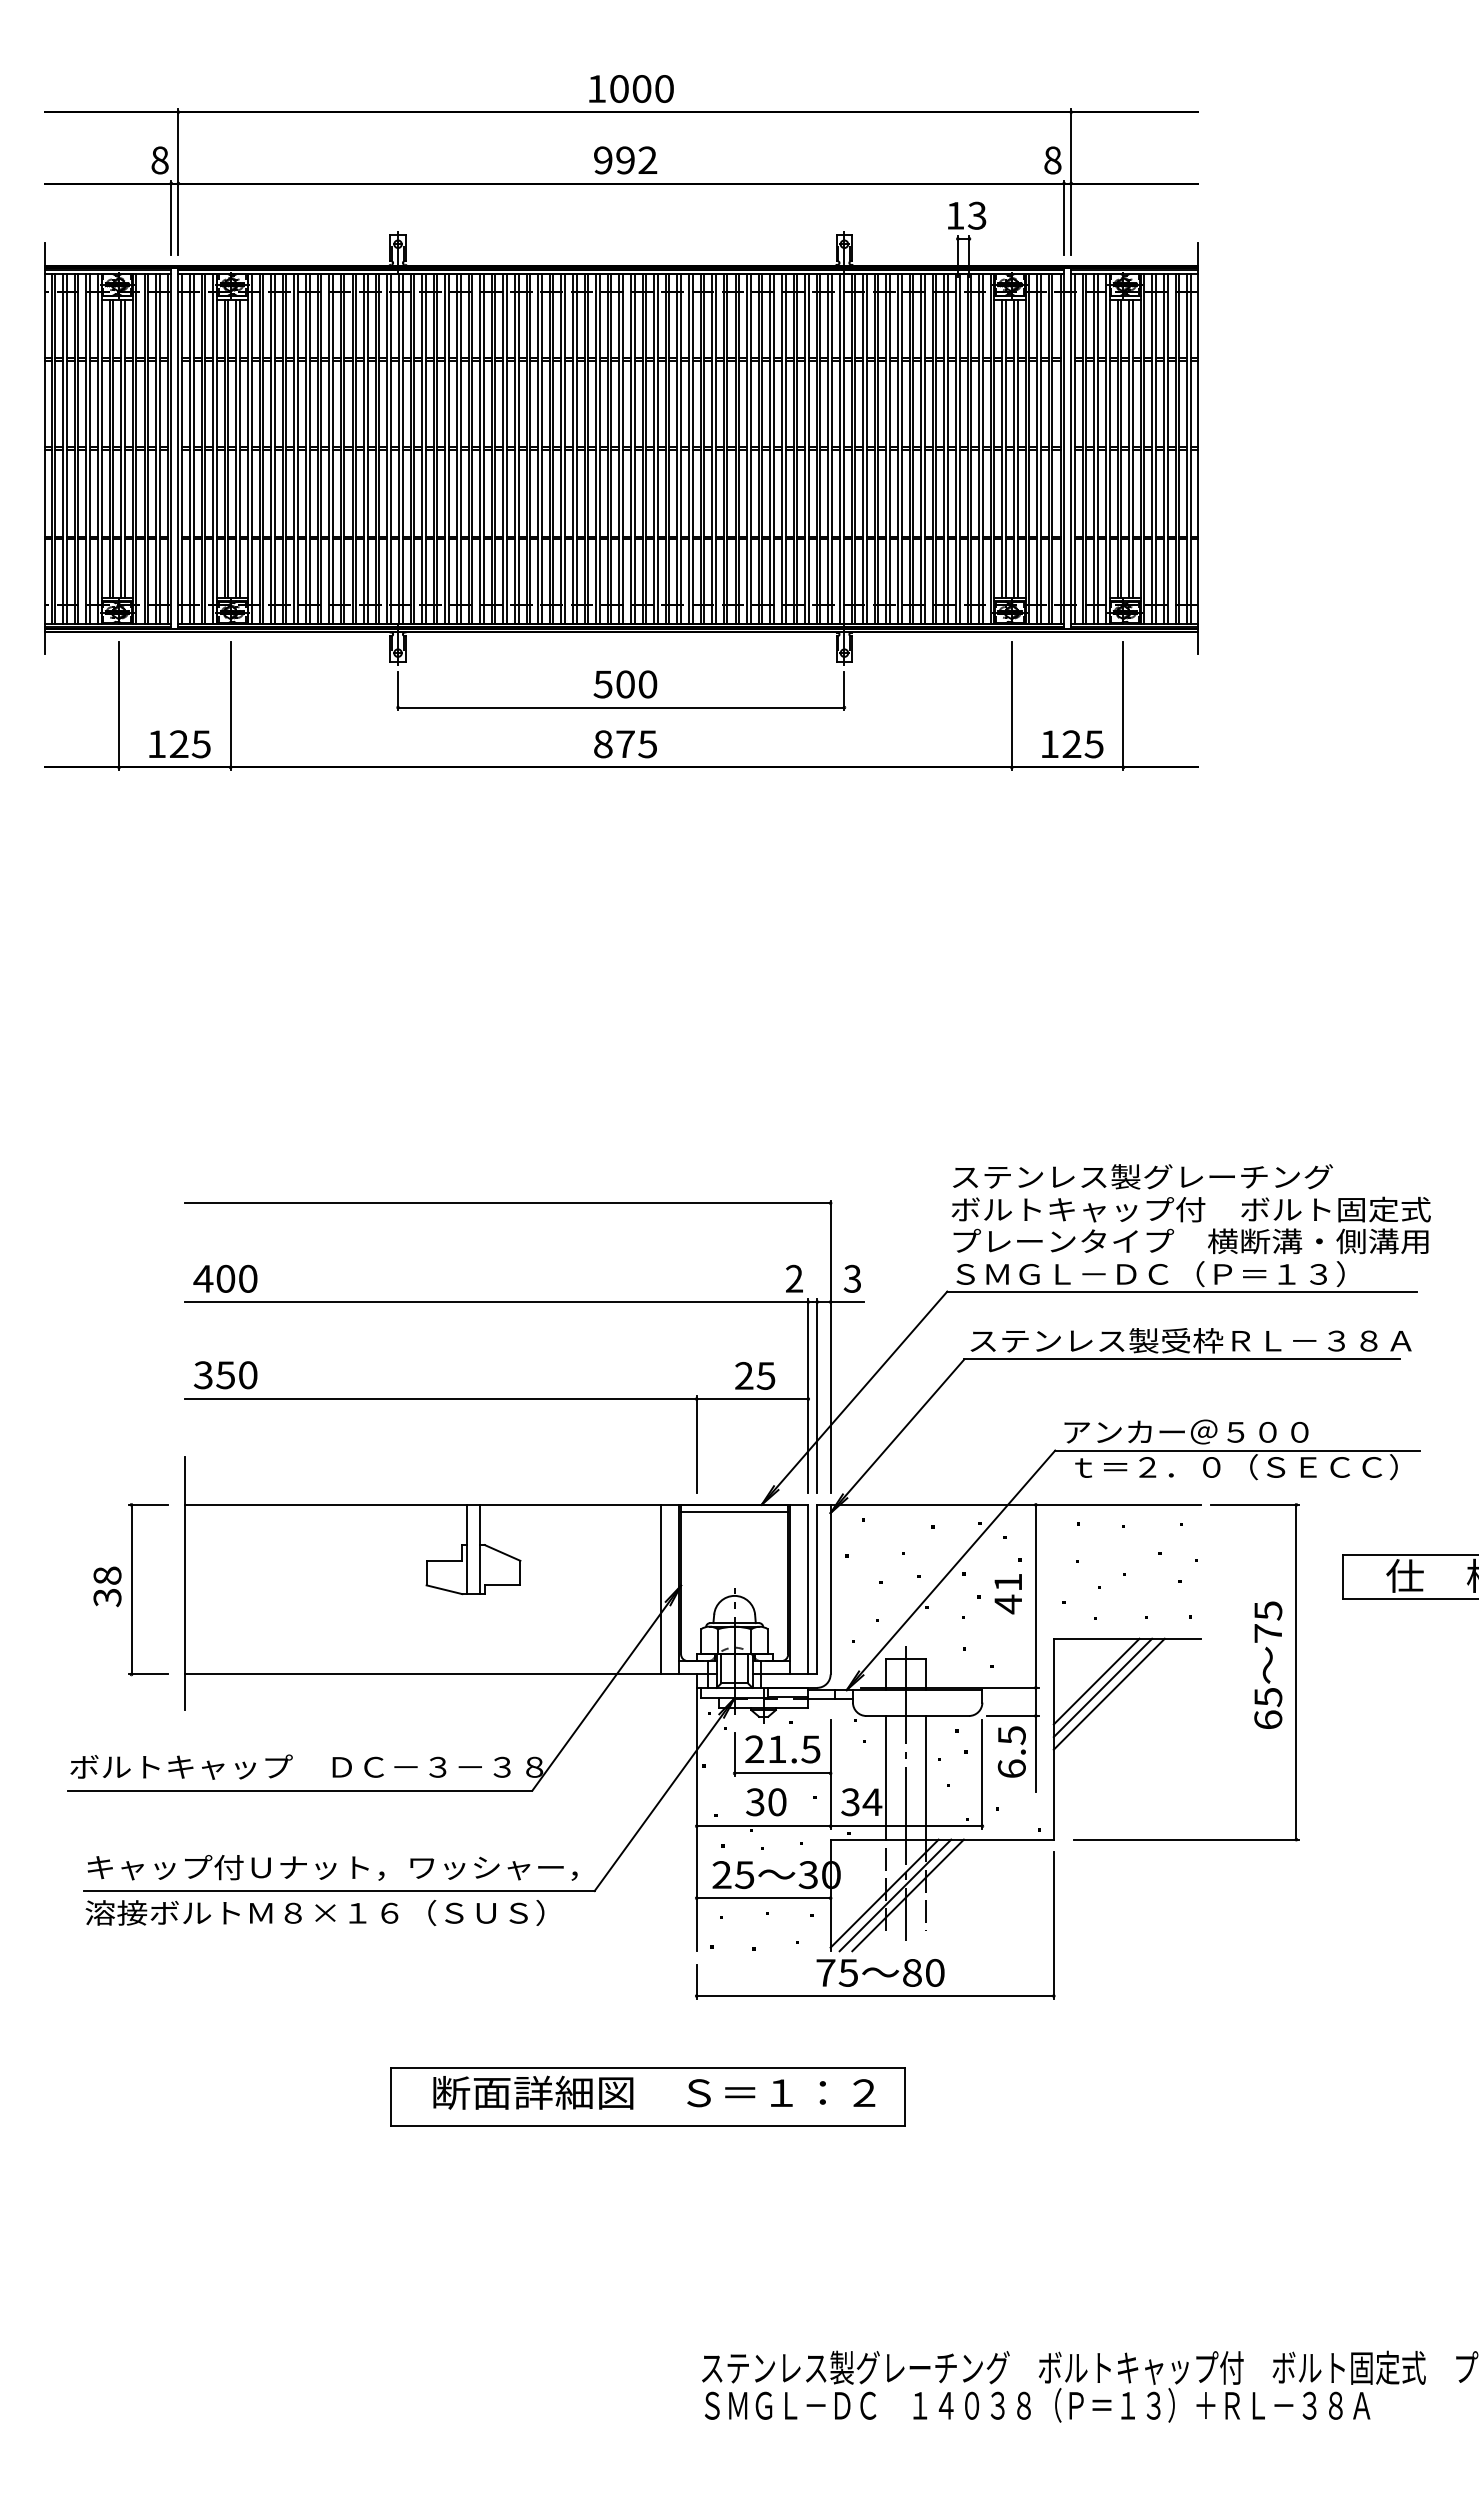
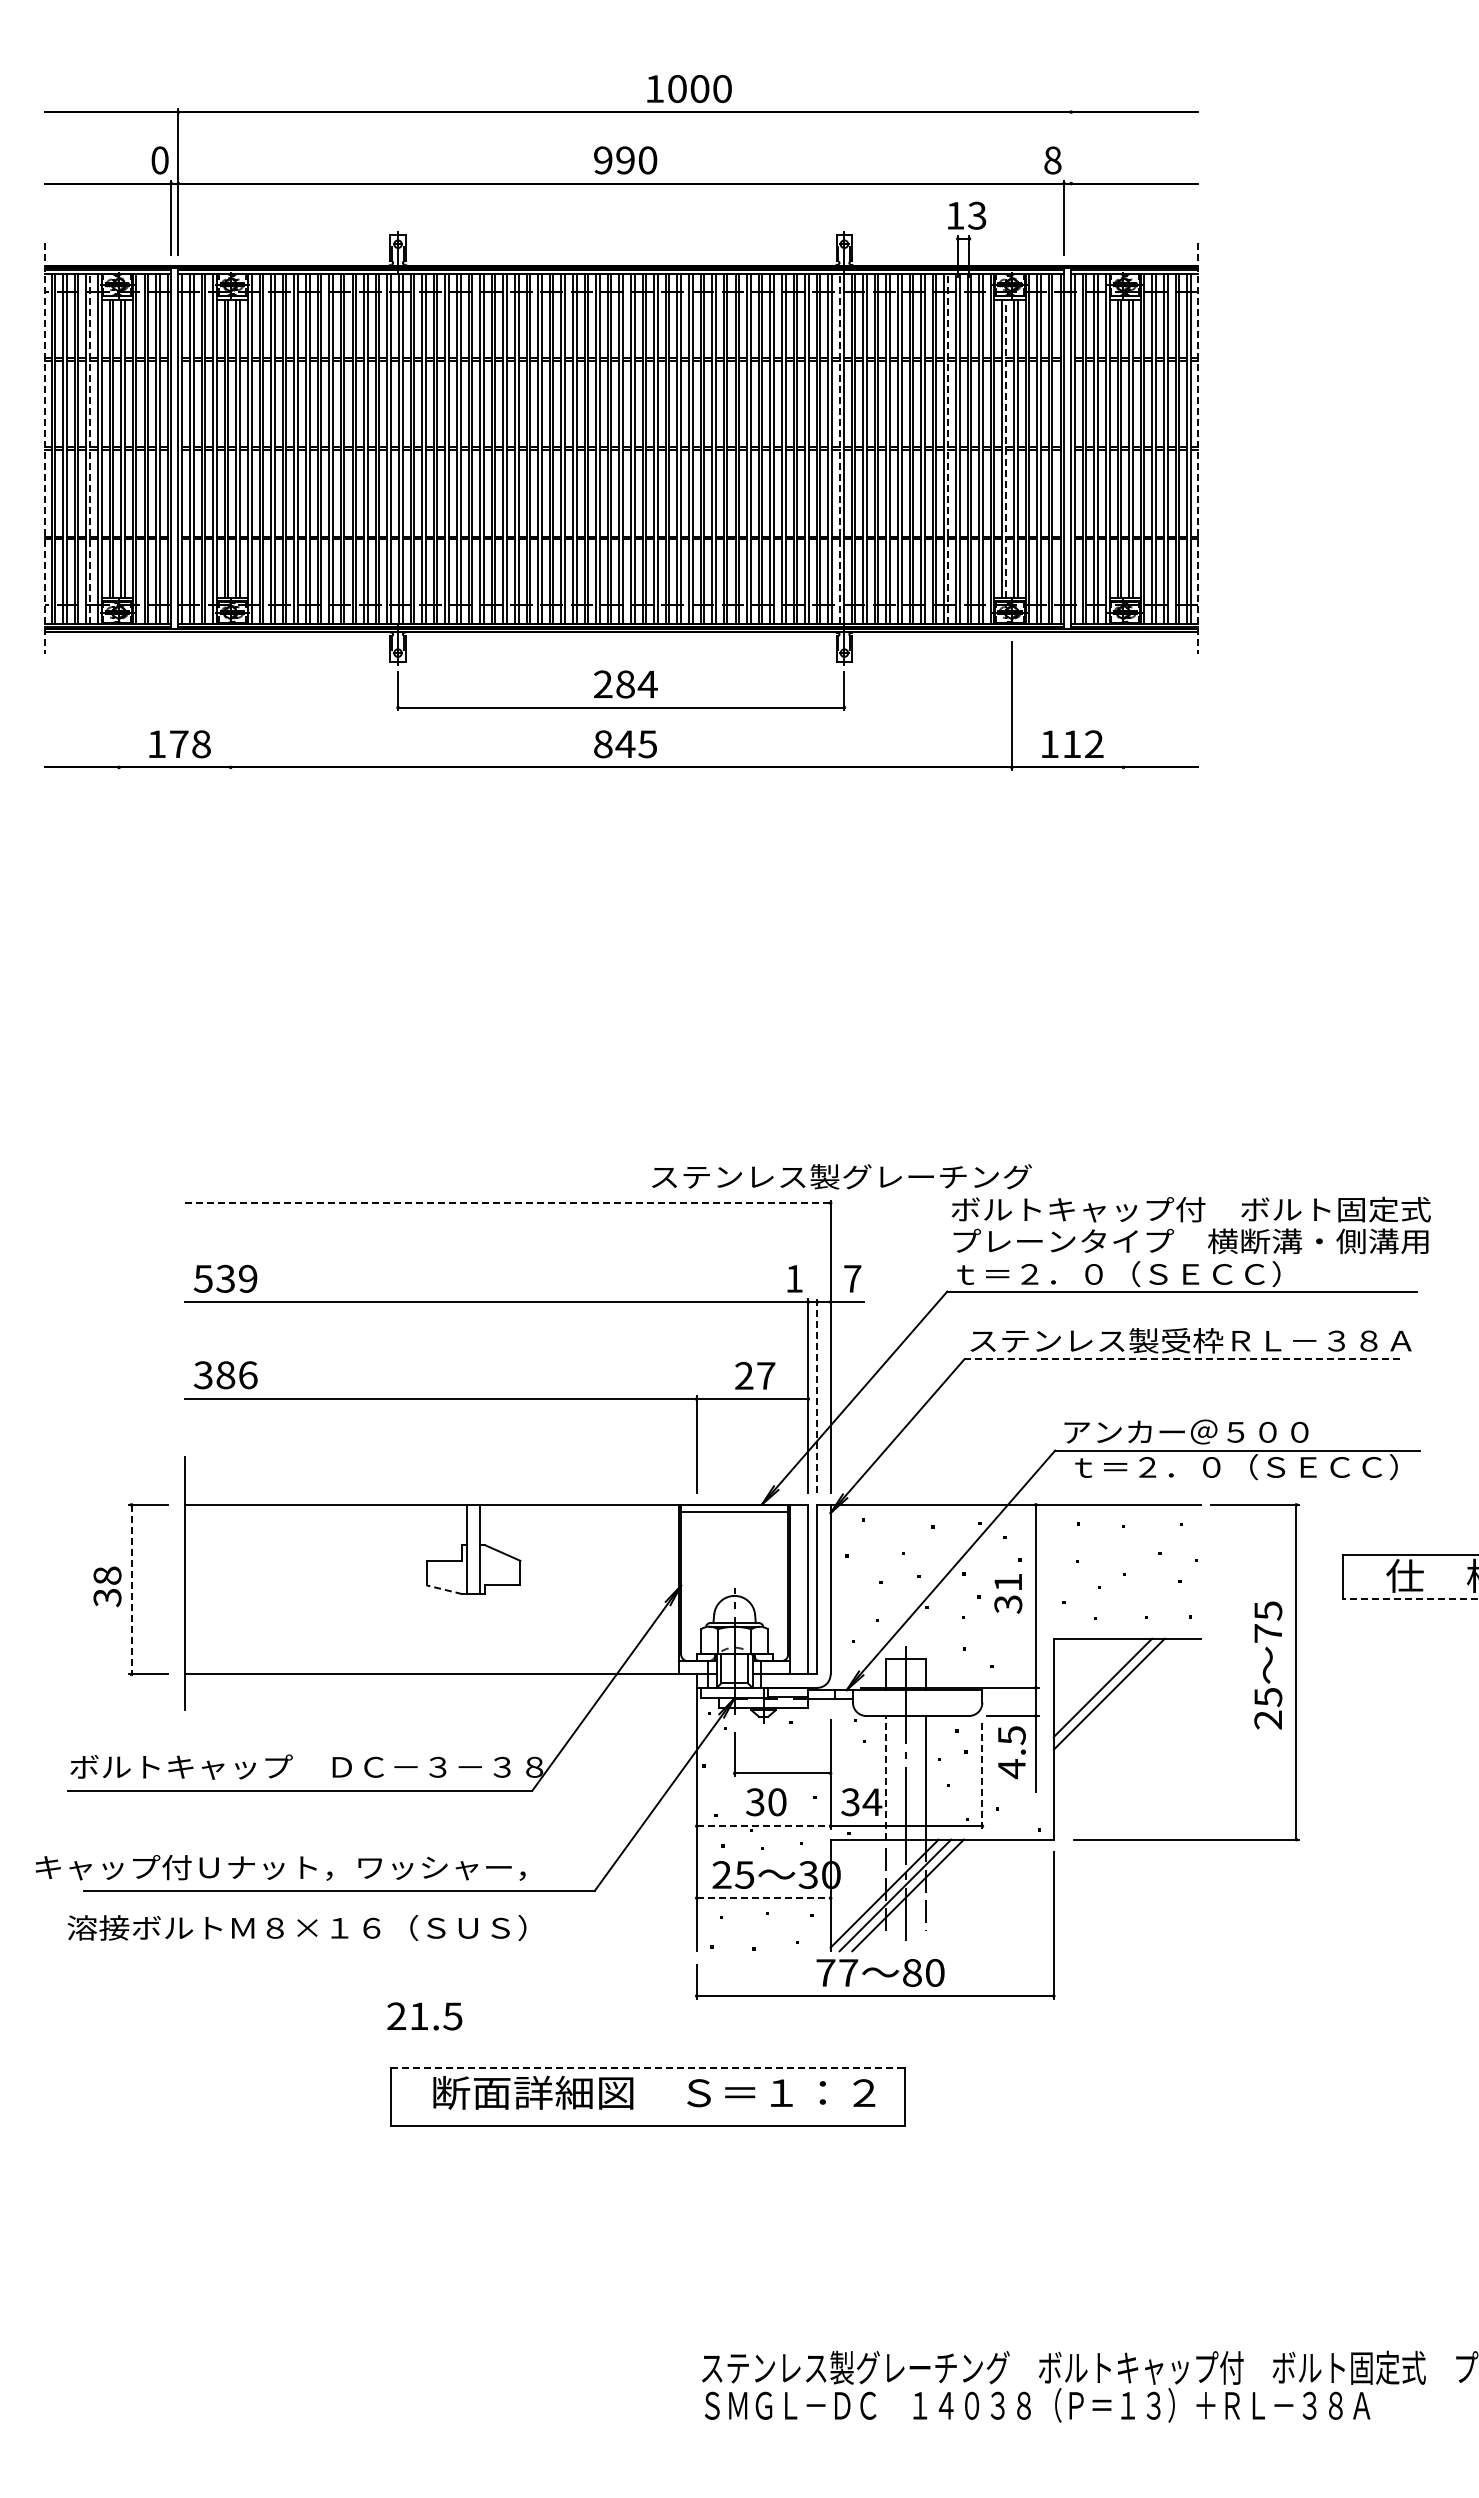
text at (631, 88) position: (631, 88) -> (689, 88)
text at (159, 160): 8 -> 0
text at (647, 160): 992 -> 990
line at (1071, 181): present -> none
line at (90, 448): solid -> dashed
line at (839, 448): solid -> dashed
line at (948, 448): solid -> dashed
line at (1006, 448): solid -> dashed
line at (44, 449): solid -> dashed
line at (1198, 449): solid -> dashed
text at (625, 684): 500 -> 284
line at (119, 706): present -> none
line at (230, 706): present -> none
line at (1123, 706): present -> none
text at (625, 743): 875 -> 845
text at (190, 744): 125 -> 178
text at (1082, 744): 125 -> 112
text at (1142, 1176) position: (1142, 1176) -> (841, 1176)
line at (508, 1203): solid -> dashed
text at (1150, 1274): ＳＭＧＬ－ＤＣ（Ｐ＝１３） -> ｔ＝２．０（ＳＥＣＣ）
text at (225, 1278): 400 -> 539
text at (794, 1278): 2 -> 1
text at (852, 1278): 3 -> 7
line at (1182, 1359): solid -> dashed
text at (236, 1375): 350 -> 386
text at (765, 1375): 25 -> 27
line at (817, 1396): solid -> dashed
line at (131, 1589): solid -> dashed
line at (444, 1589): solid -> dashed
line at (661, 1589): present -> none
line at (1410, 1599): solid -> dashed
text at (1008, 1604): 41 -> 31
line at (1096, 1681): present -> none
text at (1268, 1719): 65 -> 25
text at (782, 1749) position: (782, 1749) -> (424, 2016)
text at (1011, 1769): 6.5 -> 4.5
line at (982, 1774): solid -> dashed
line at (886, 1777): solid -> dashed
line at (763, 1826): solid -> dashed
text at (332, 1867) position: (332, 1867) -> (280, 1867)
line at (763, 1898): solid -> dashed
text at (314, 1912) position: (314, 1912) -> (296, 1927)
text at (848, 1972): 75 -> 77
line at (648, 2068): solid -> dashed
